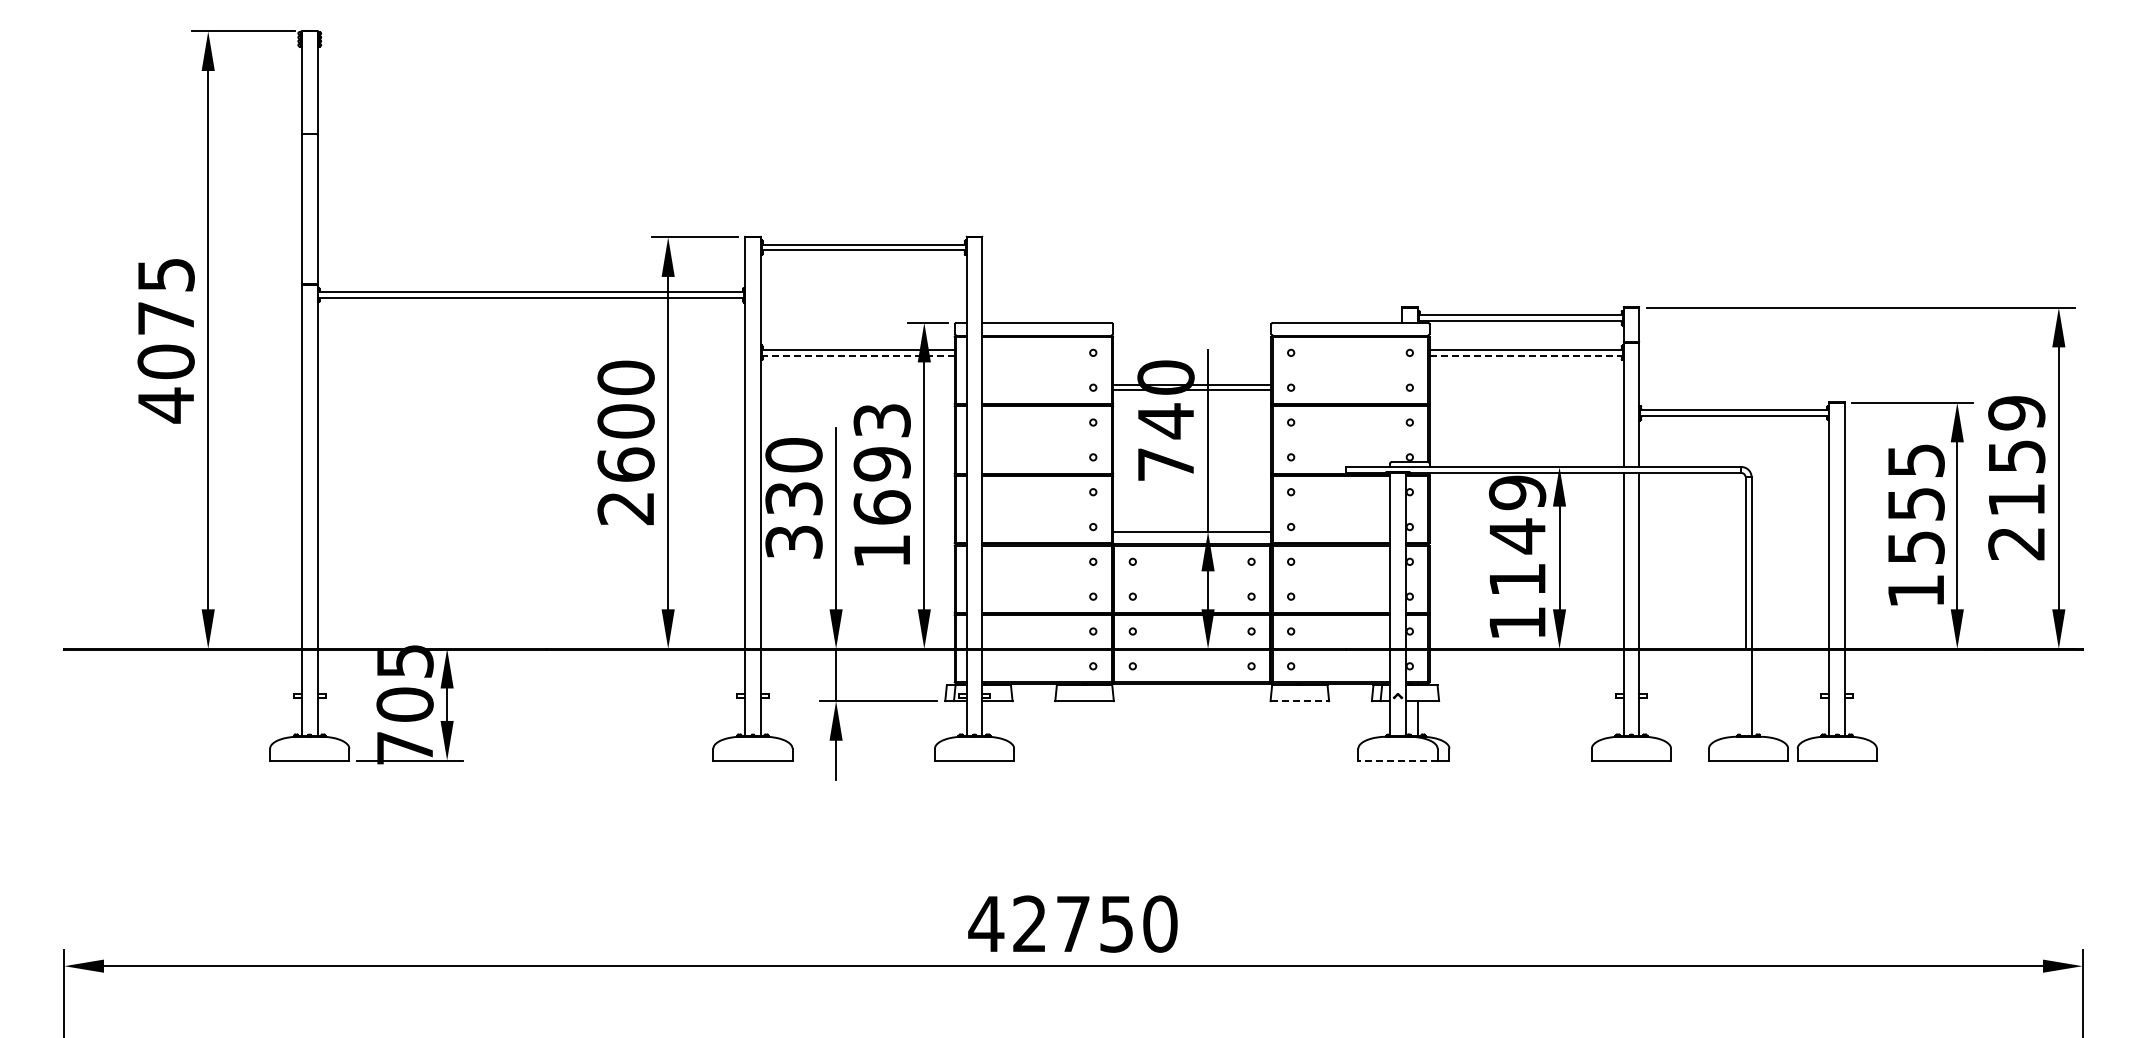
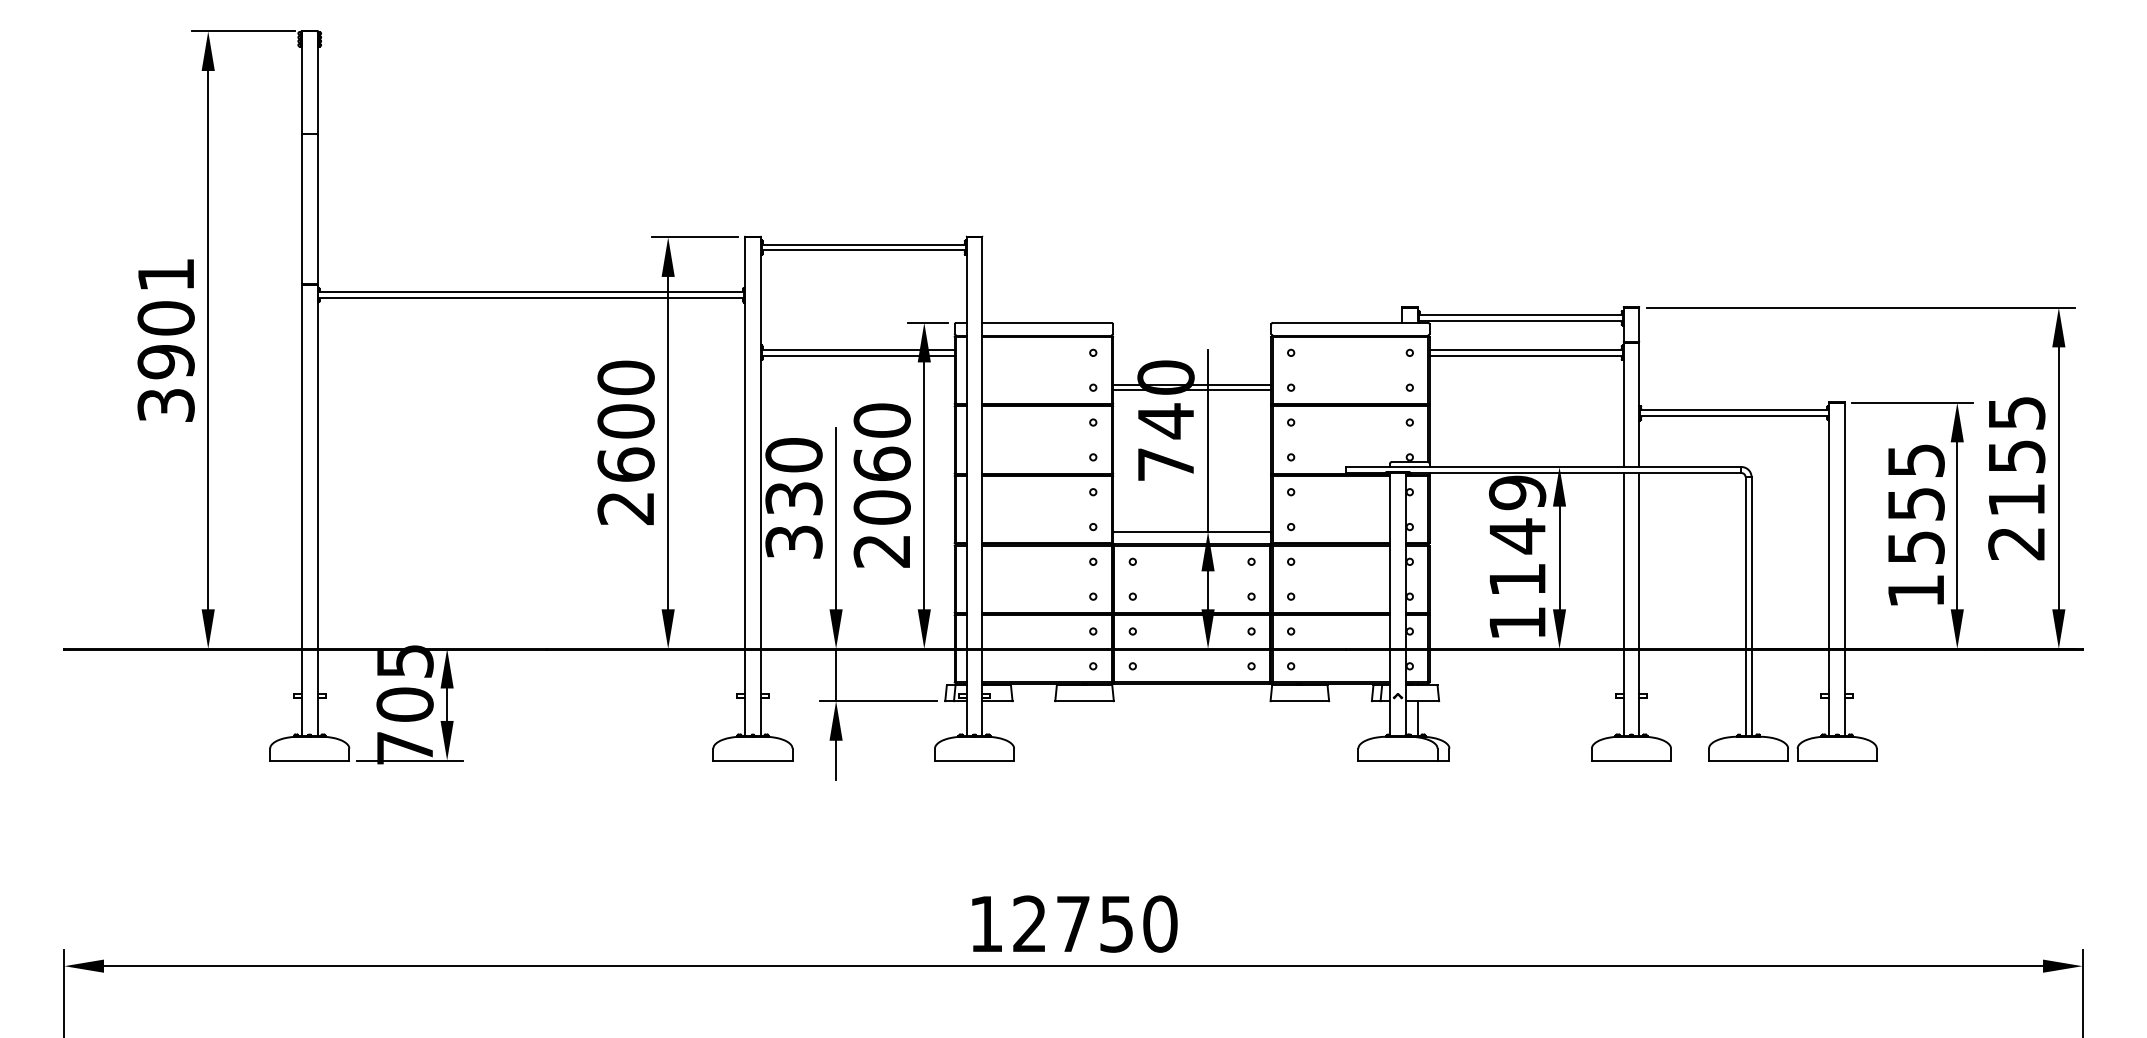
text at (165, 341): 4075 -> 3901
line at (858, 355): dashed -> solid
line at (1526, 355): dashed -> solid
text at (2016, 413): 2159 -> 2155
text at (881, 485): 1693 -> 2060
line at (1745, 692): none -> present
line at (1300, 701): dashed -> solid
line at (1397, 760): dashed -> solid
text at (986, 923): 42750 -> 12750
